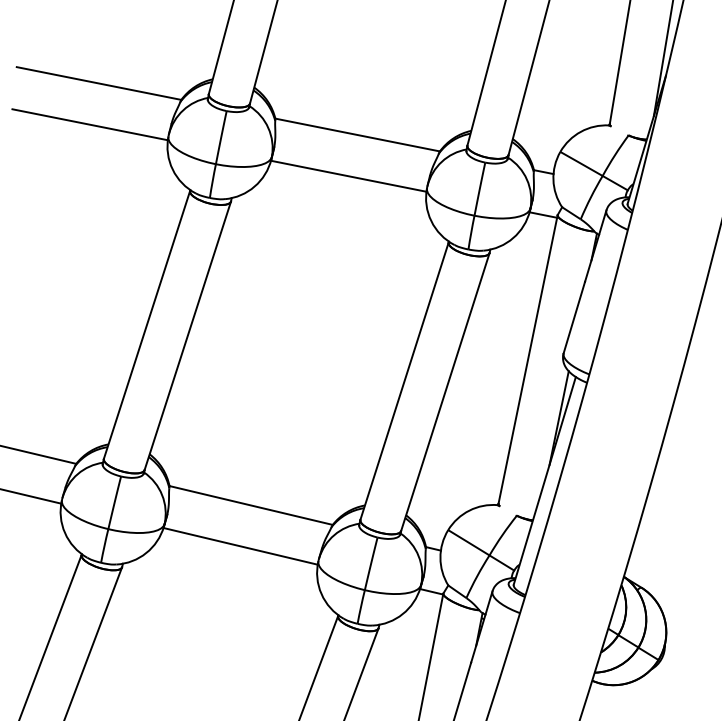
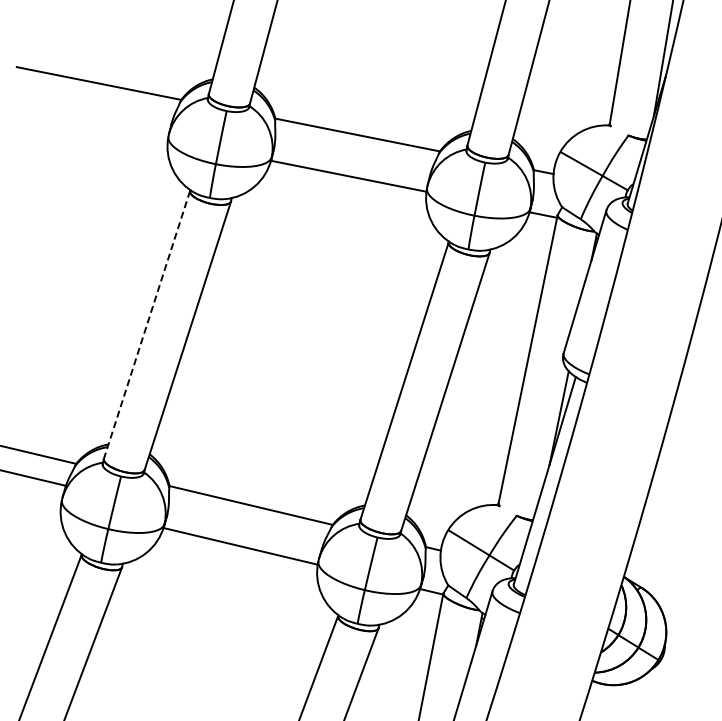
line at (89, 124): present -> none
line at (147, 324): solid -> dashed
line at (31, 496) position: (31, 496) -> (33, 477)
